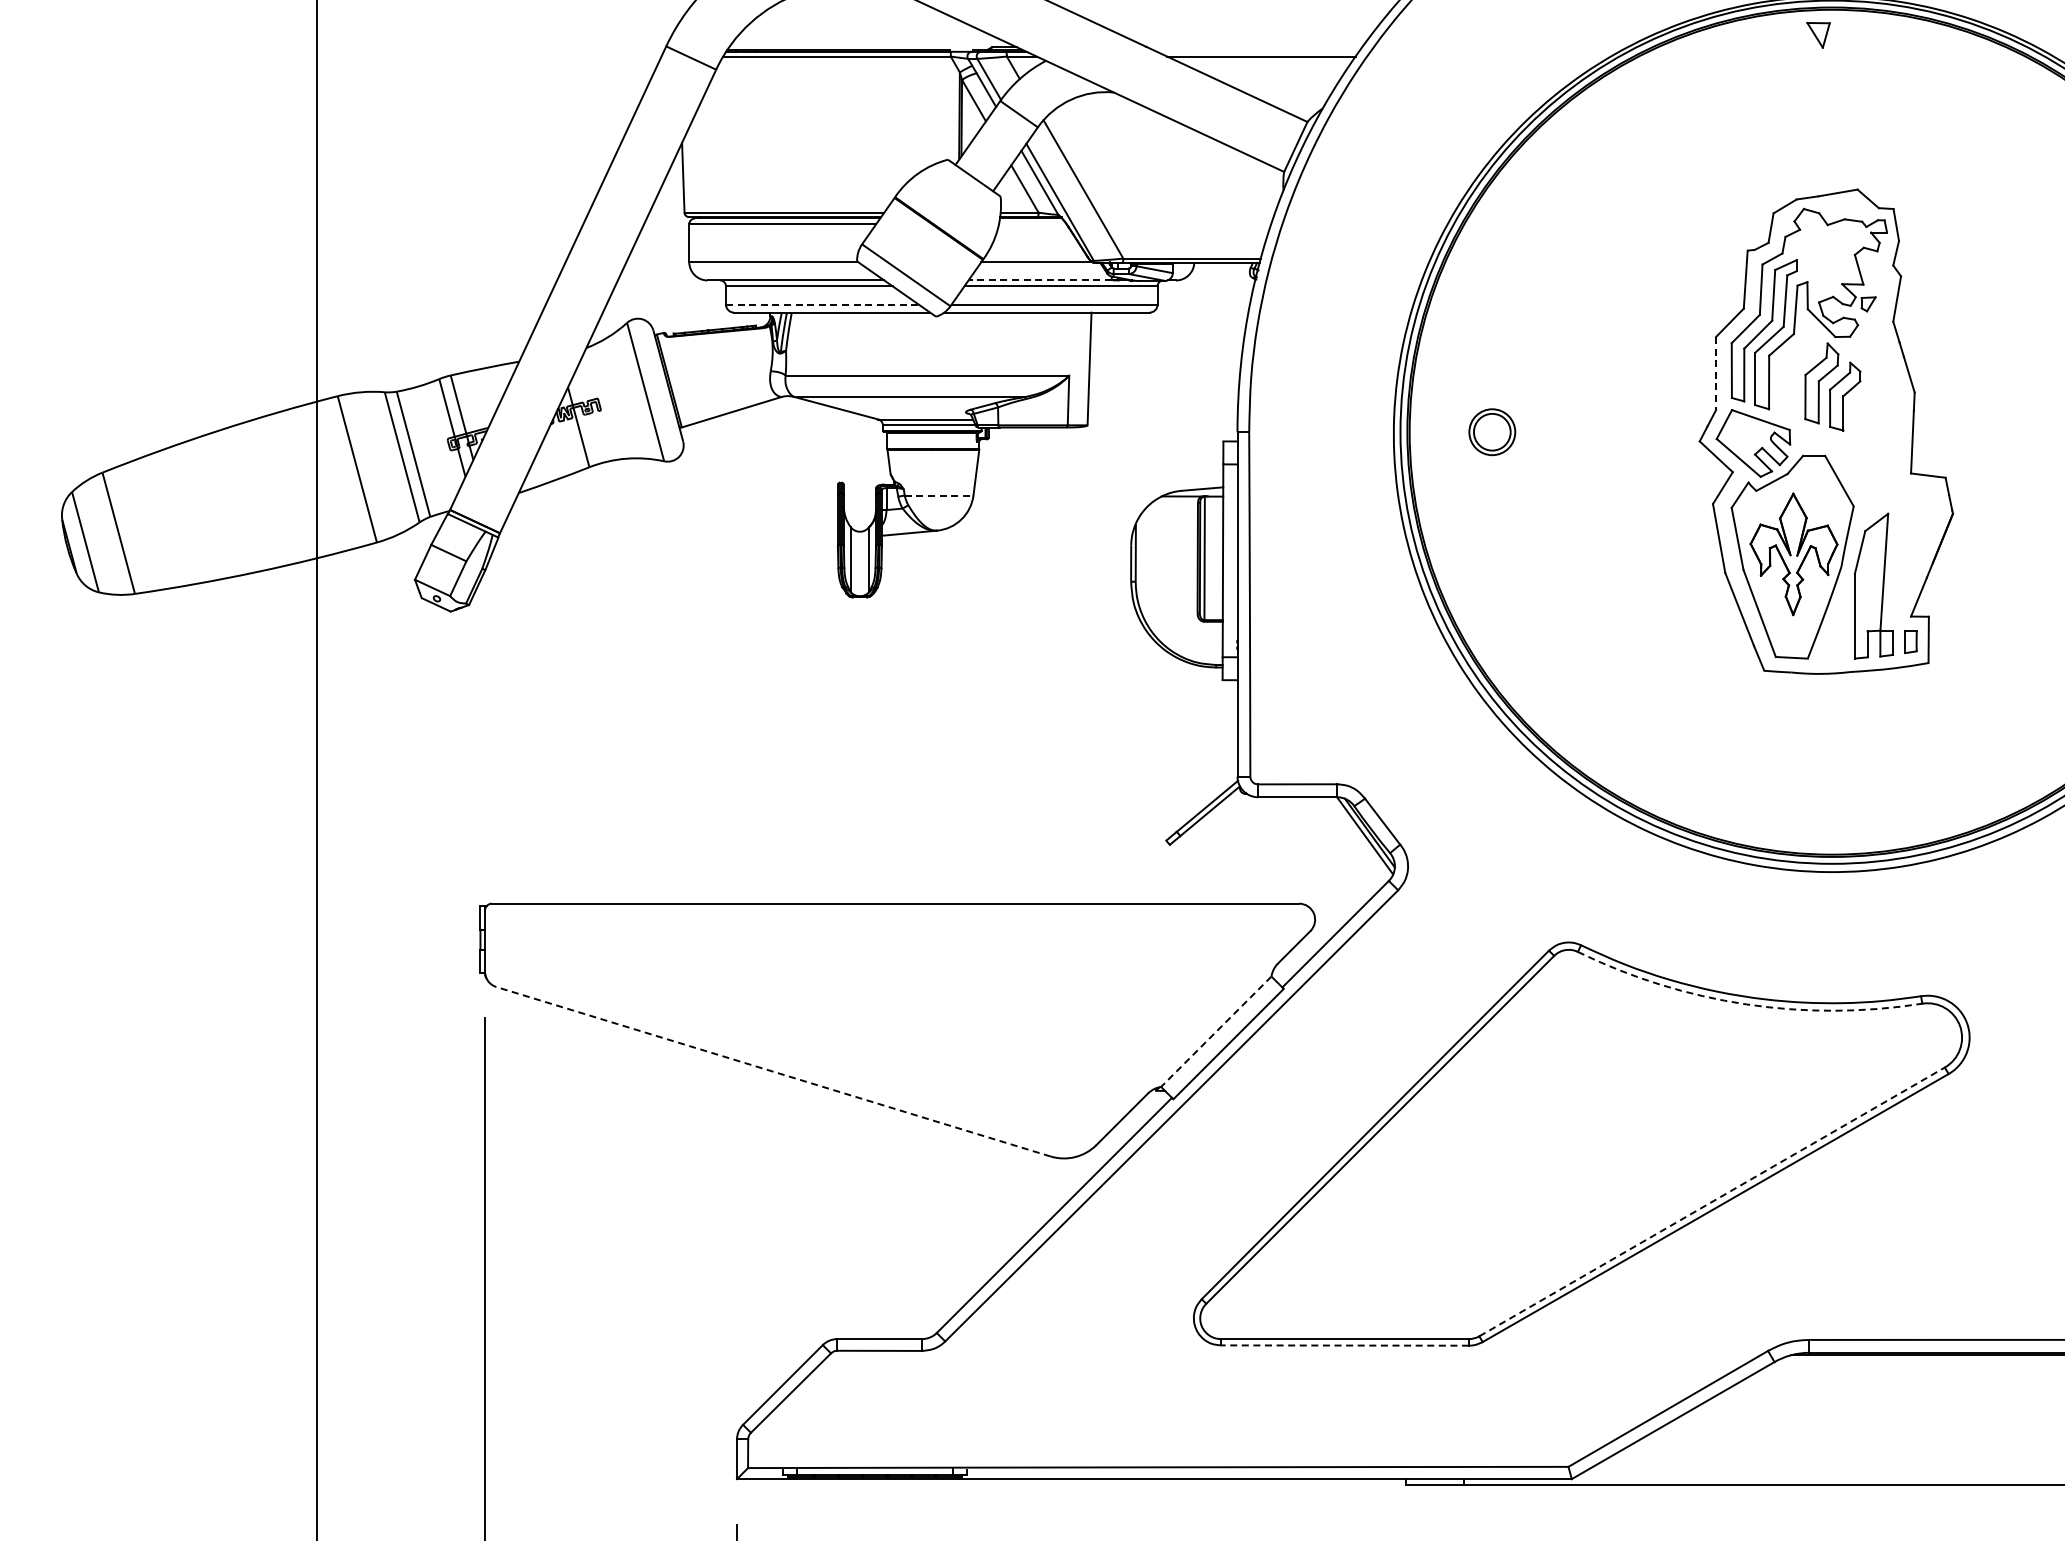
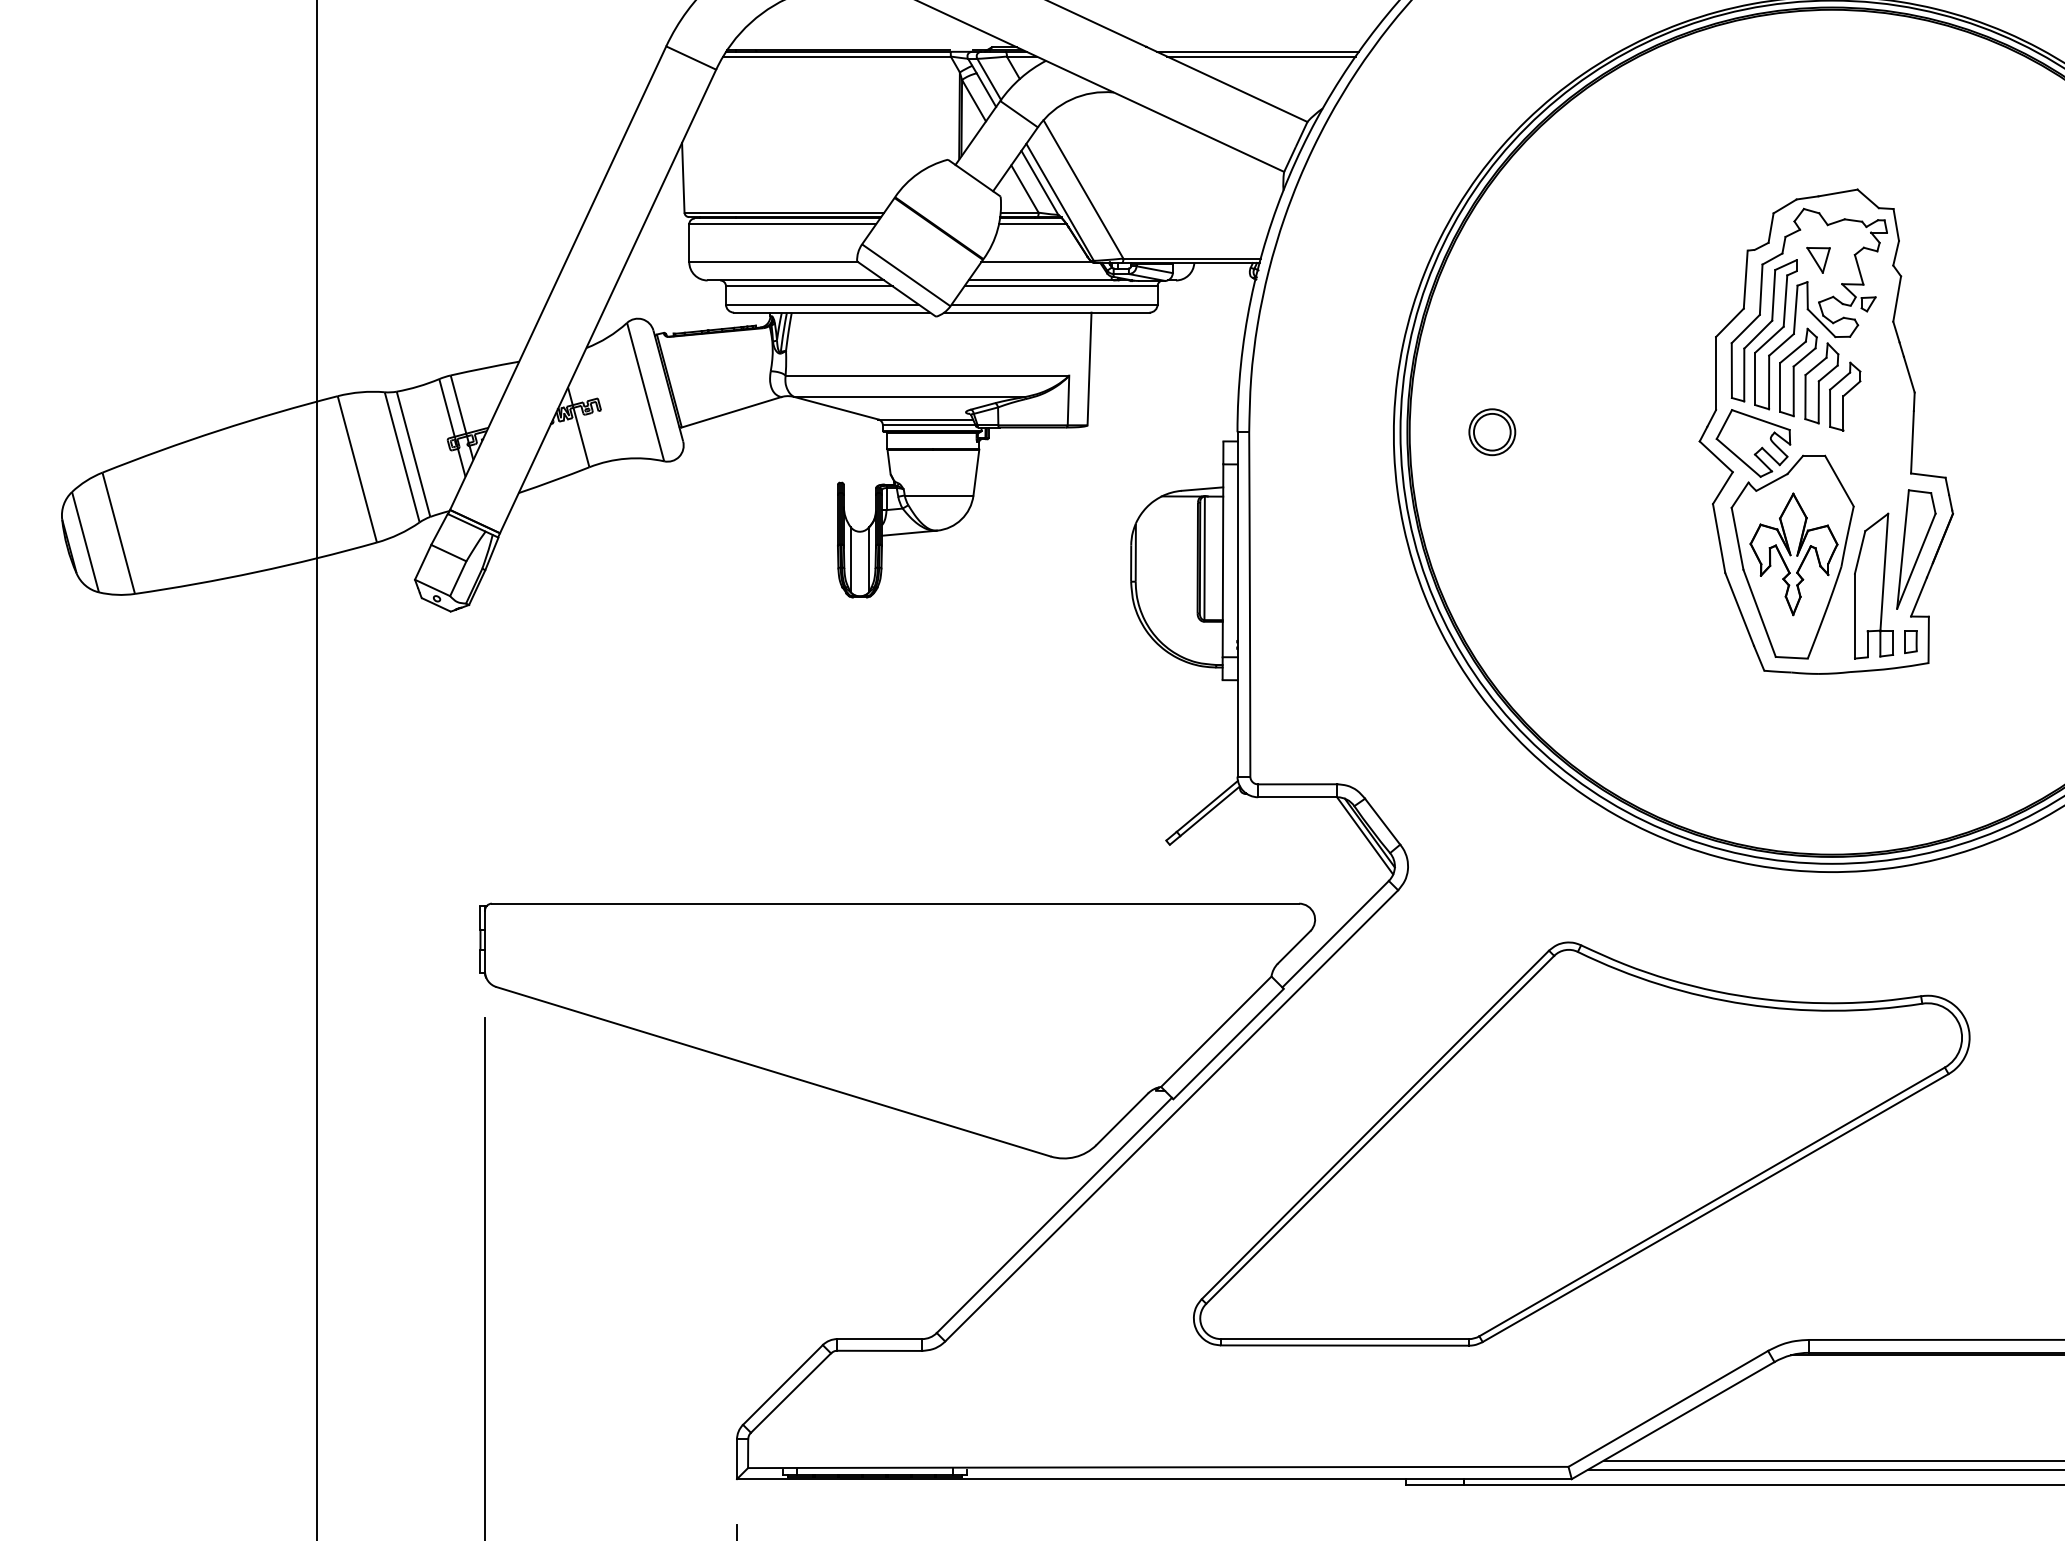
part at (1818, 35) position: (1818, 35) -> (1818, 260)
line at (1257, 51): none -> present
line at (1032, 224): none -> present
line at (1040, 280): dashed -> solid
line at (822, 304): dashed -> solid
part at (1798, 372): none -> present
line at (1716, 373): dashed -> solid
line at (939, 495): dashed -> solid
part at (1916, 549): none -> present
arc at (1746, 1004): dashed -> solid
line at (1215, 1032): dashed -> solid
line at (773, 1071): dashed -> solid
line at (1712, 1201): dashed -> solid
line at (1344, 1345): dashed -> solid
line at (1832, 1460): none -> present
line at (1824, 1469): none -> present
